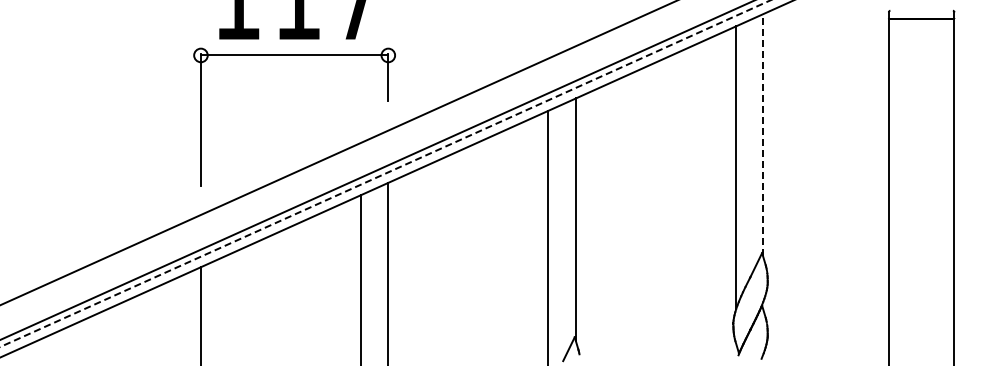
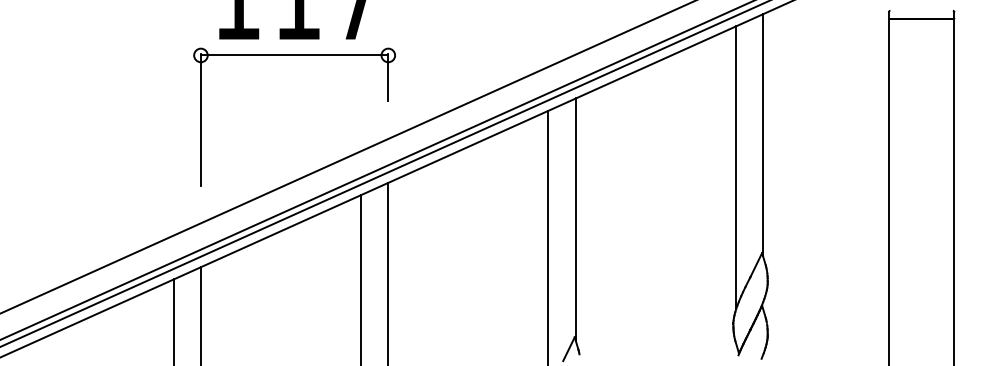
line at (763, 134): dashed -> solid
line at (337, 153) position: (337, 153) -> (347, 157)
line at (386, 173): dashed -> solid
line at (173, 320): none -> present
